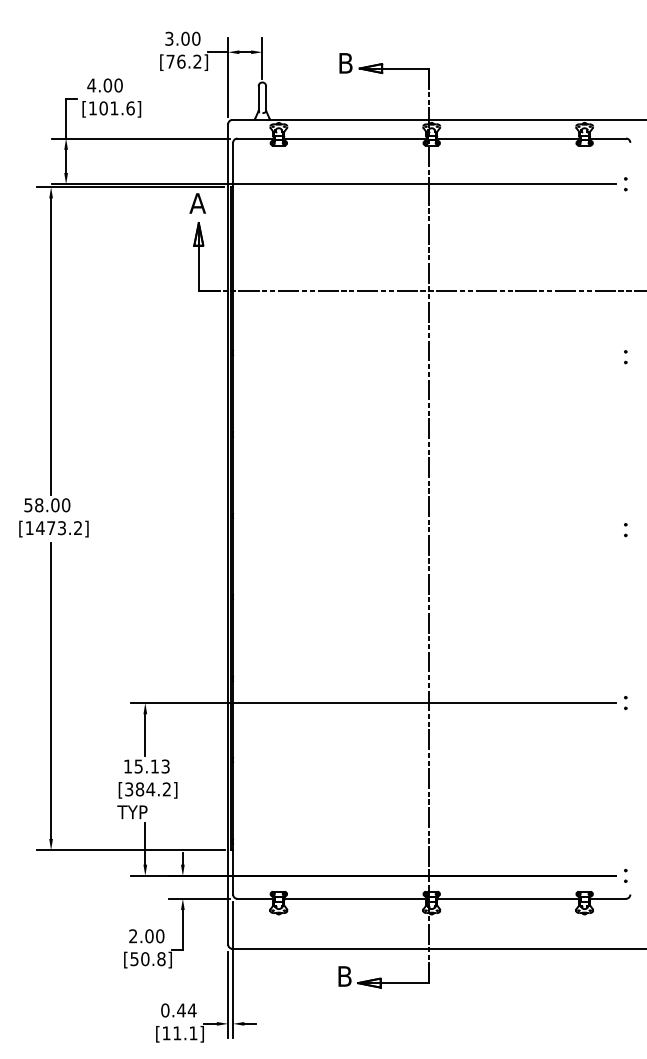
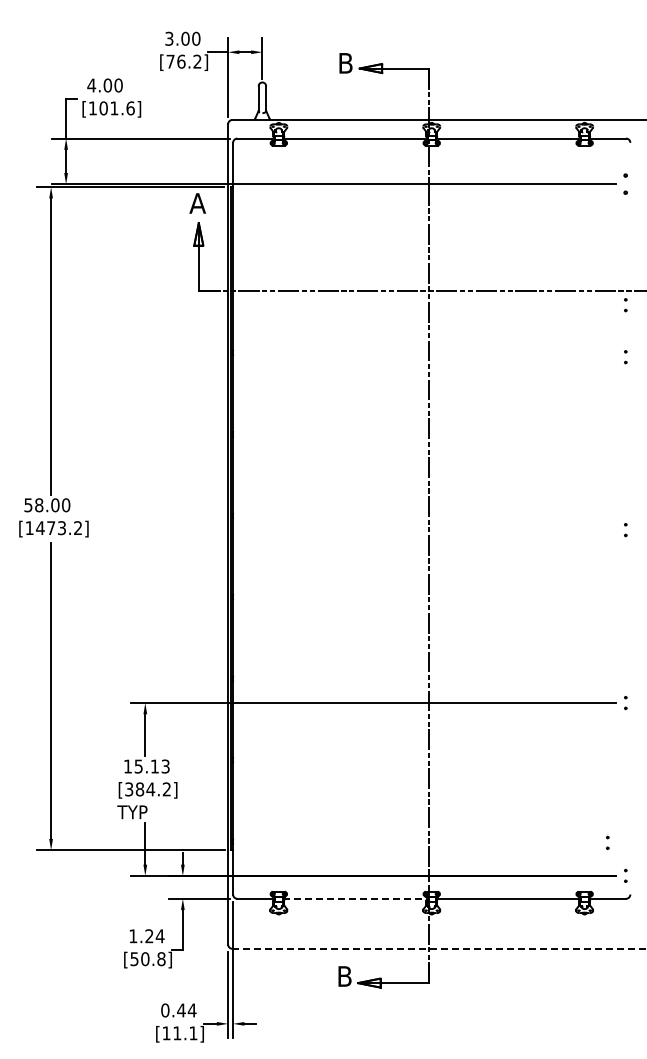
part at (625, 184) size: 4x15 px -> 5x22 px
part at (625, 305): none -> present
part at (607, 842): none -> present
line at (355, 898): solid -> dashed
text at (146, 936): 2.00 -> 1.24
line at (439, 948): solid -> dashed
